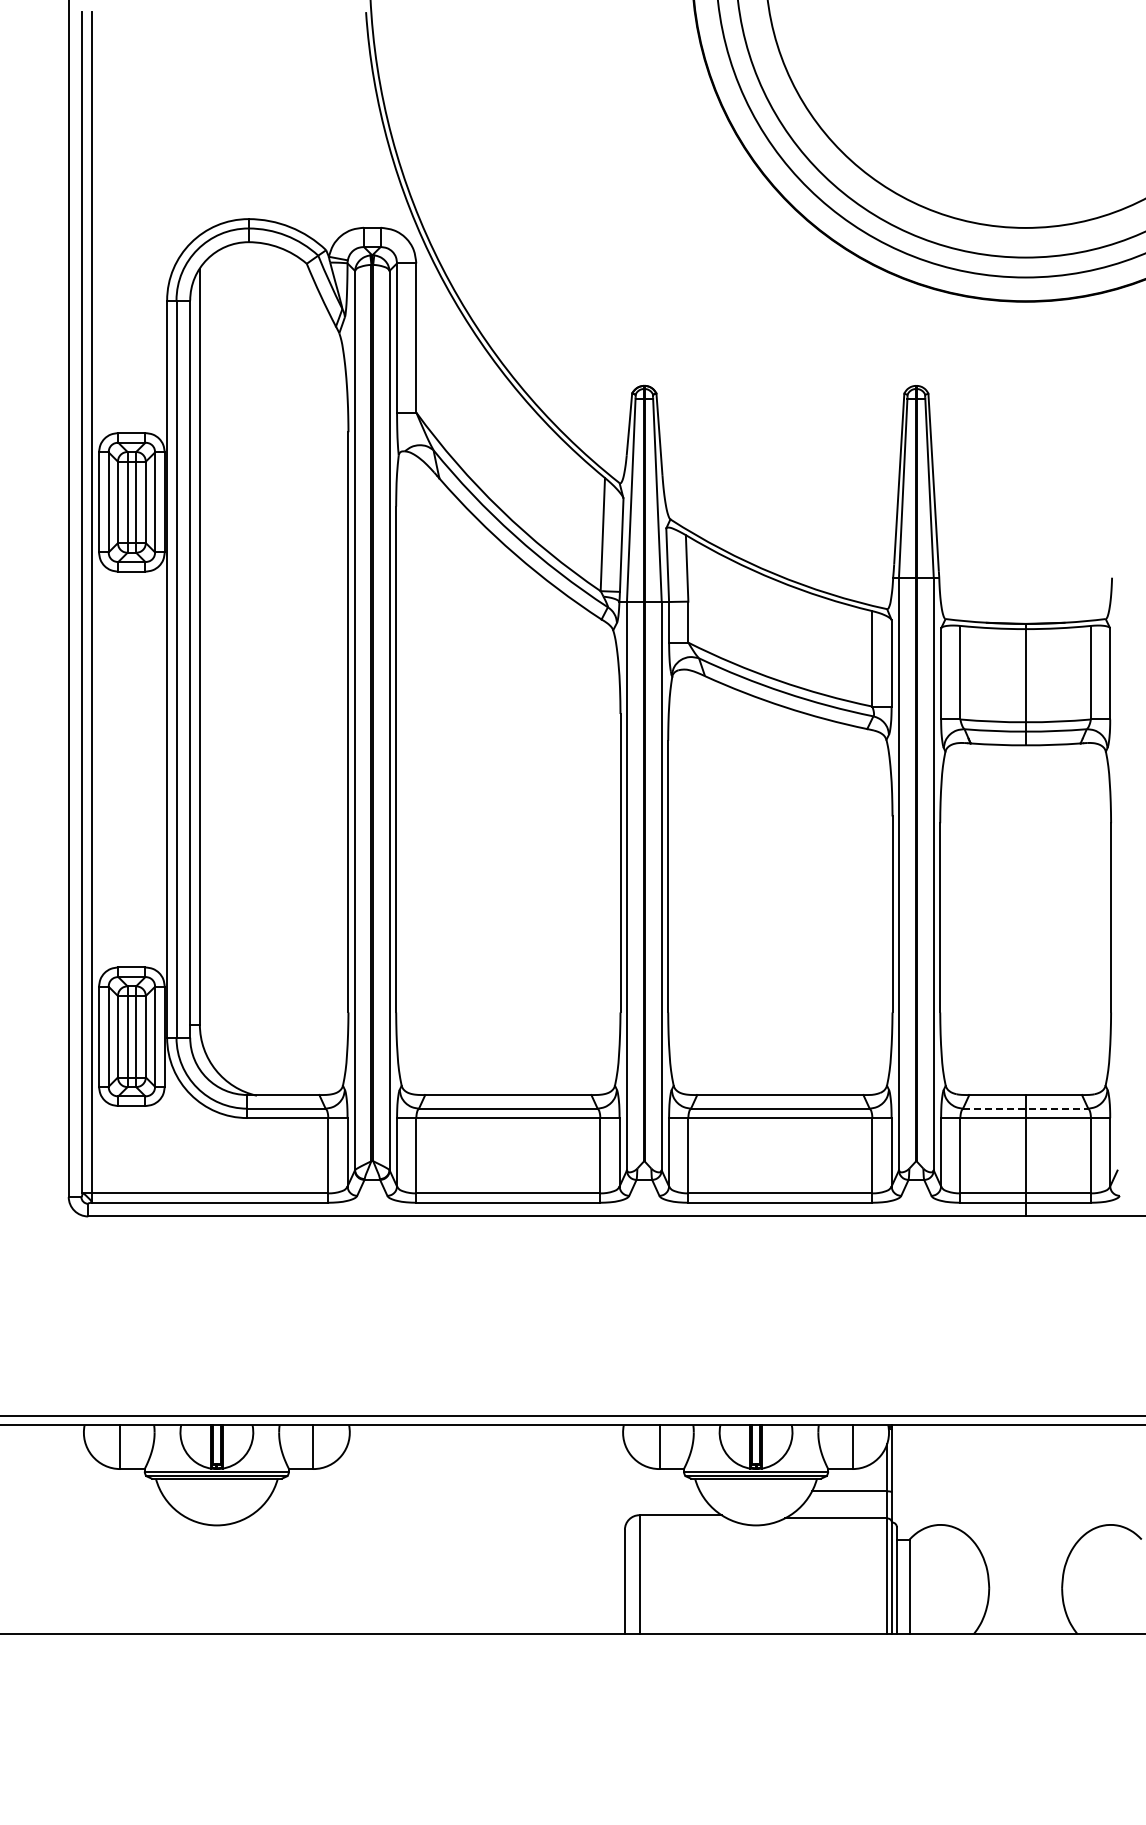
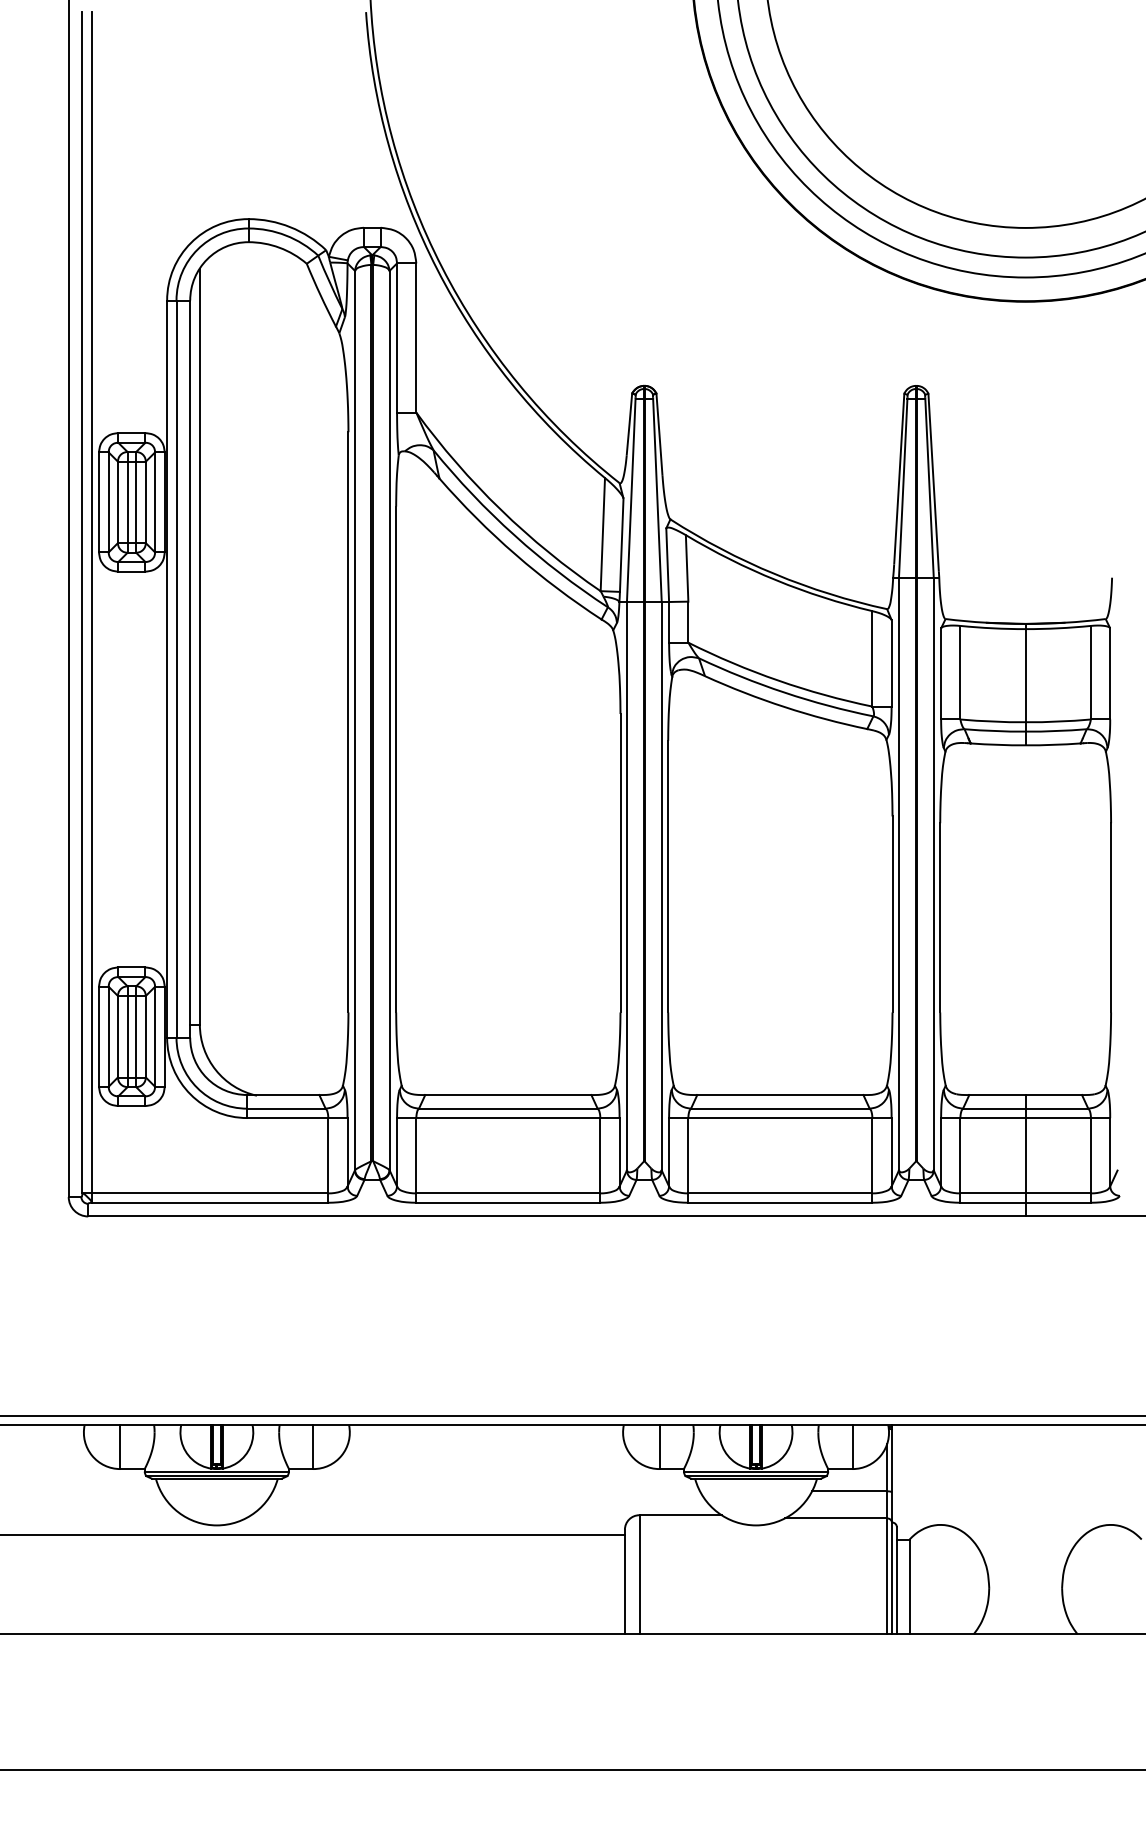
line at (1025, 1108): dashed -> solid
line at (313, 1534): none -> present
line at (572, 1770): none -> present
